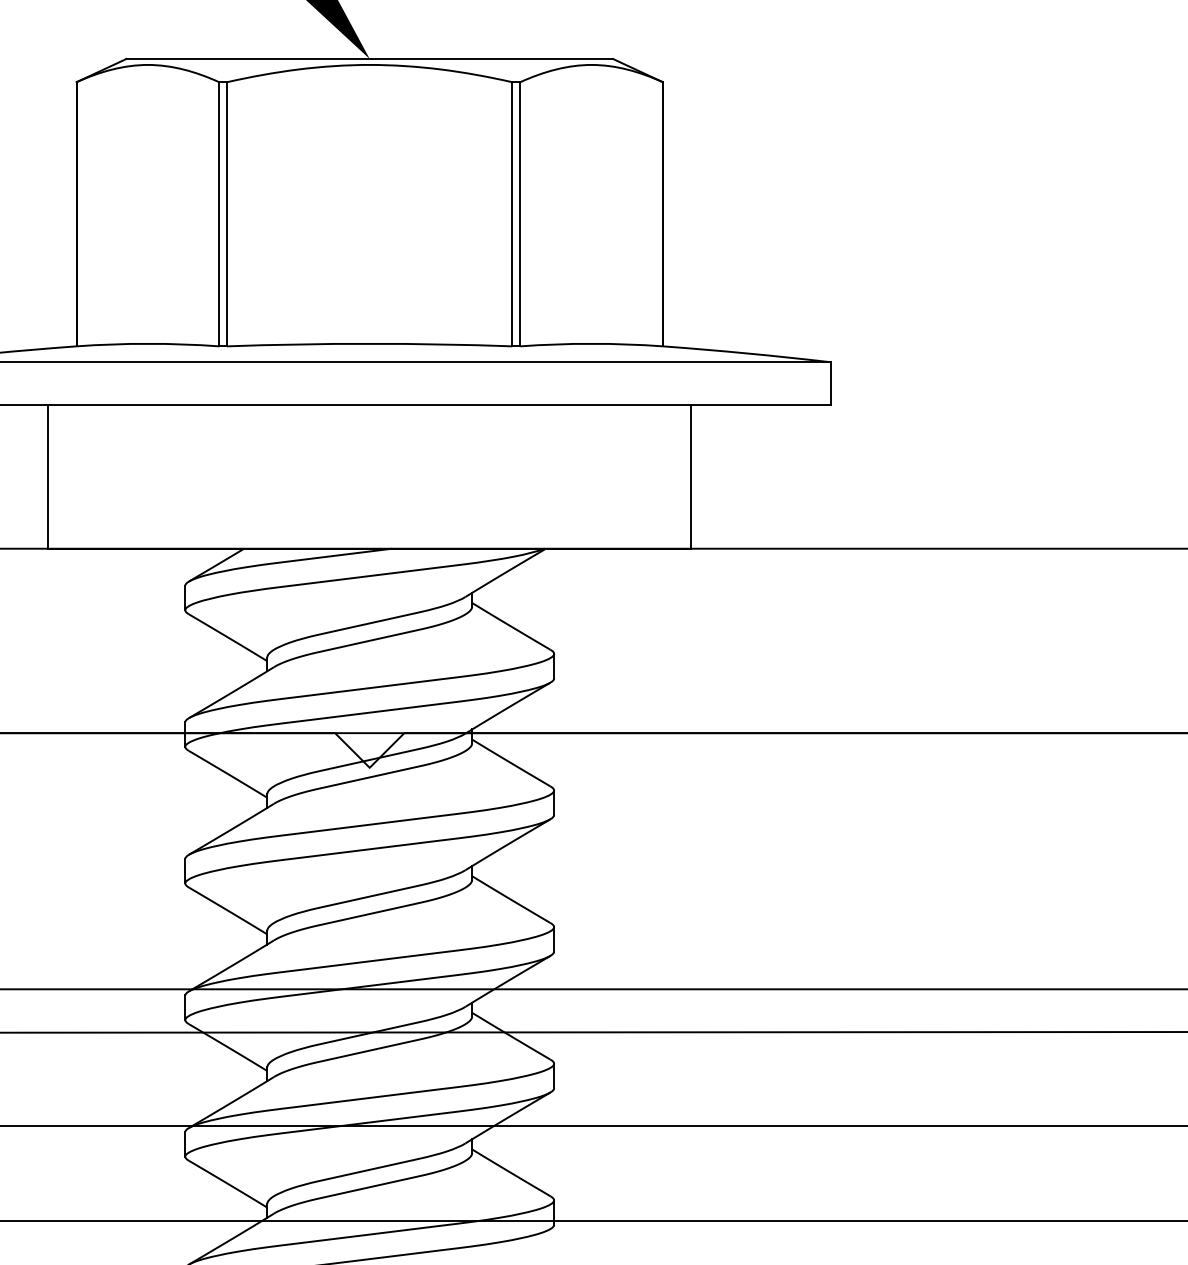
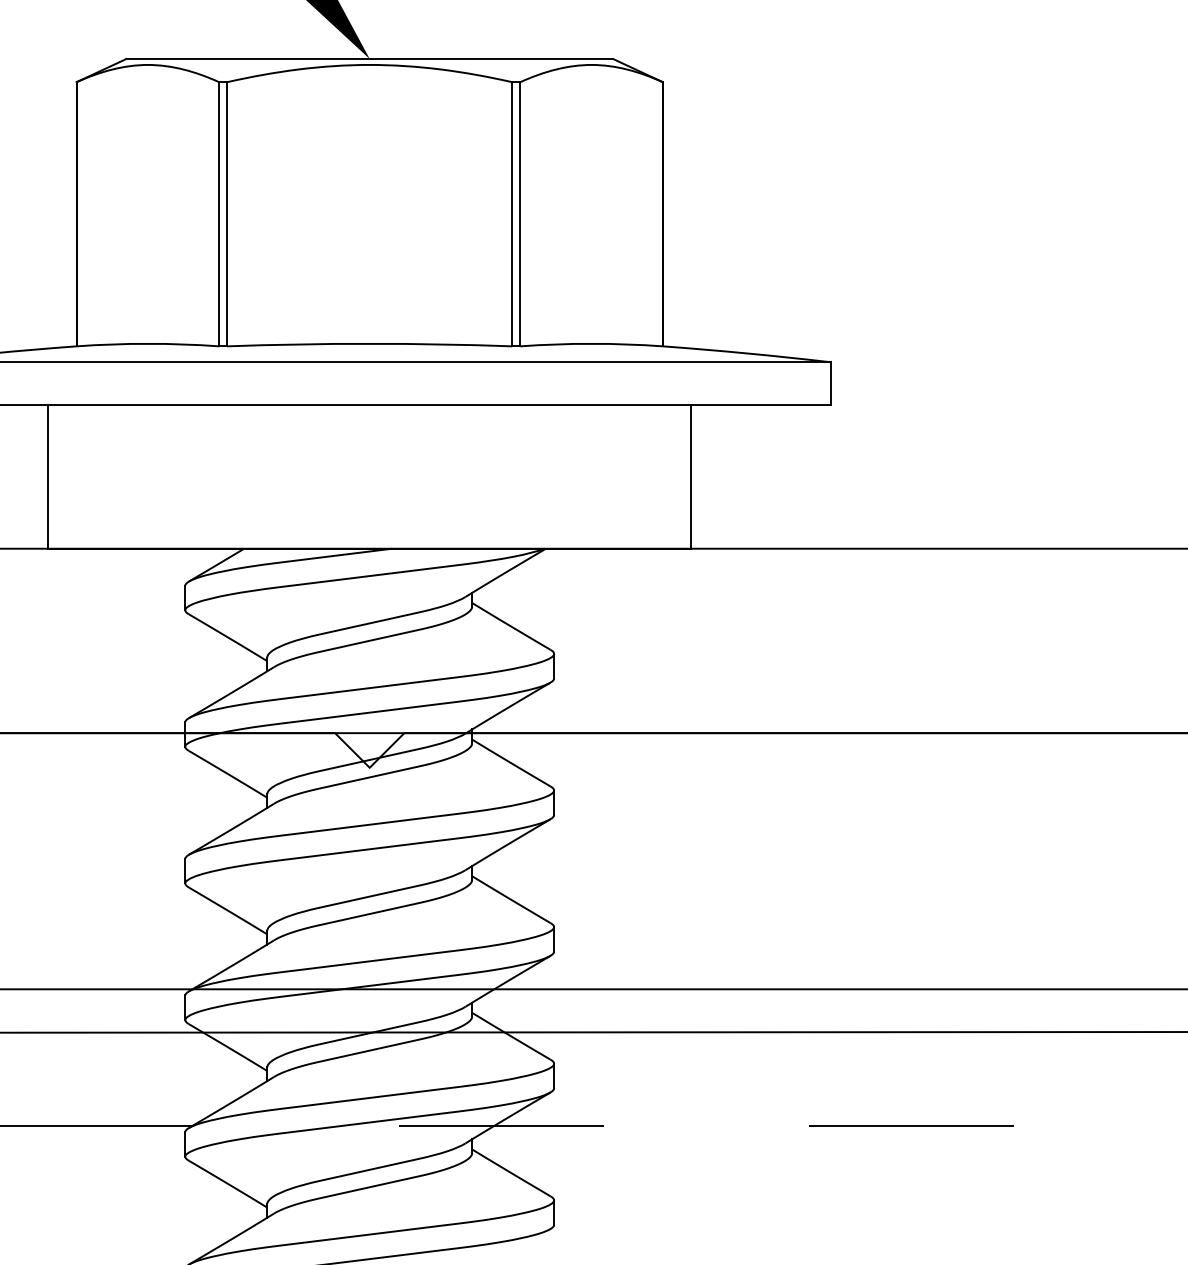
line at (593, 1125): solid -> dashed
line at (593, 1220): present -> none
